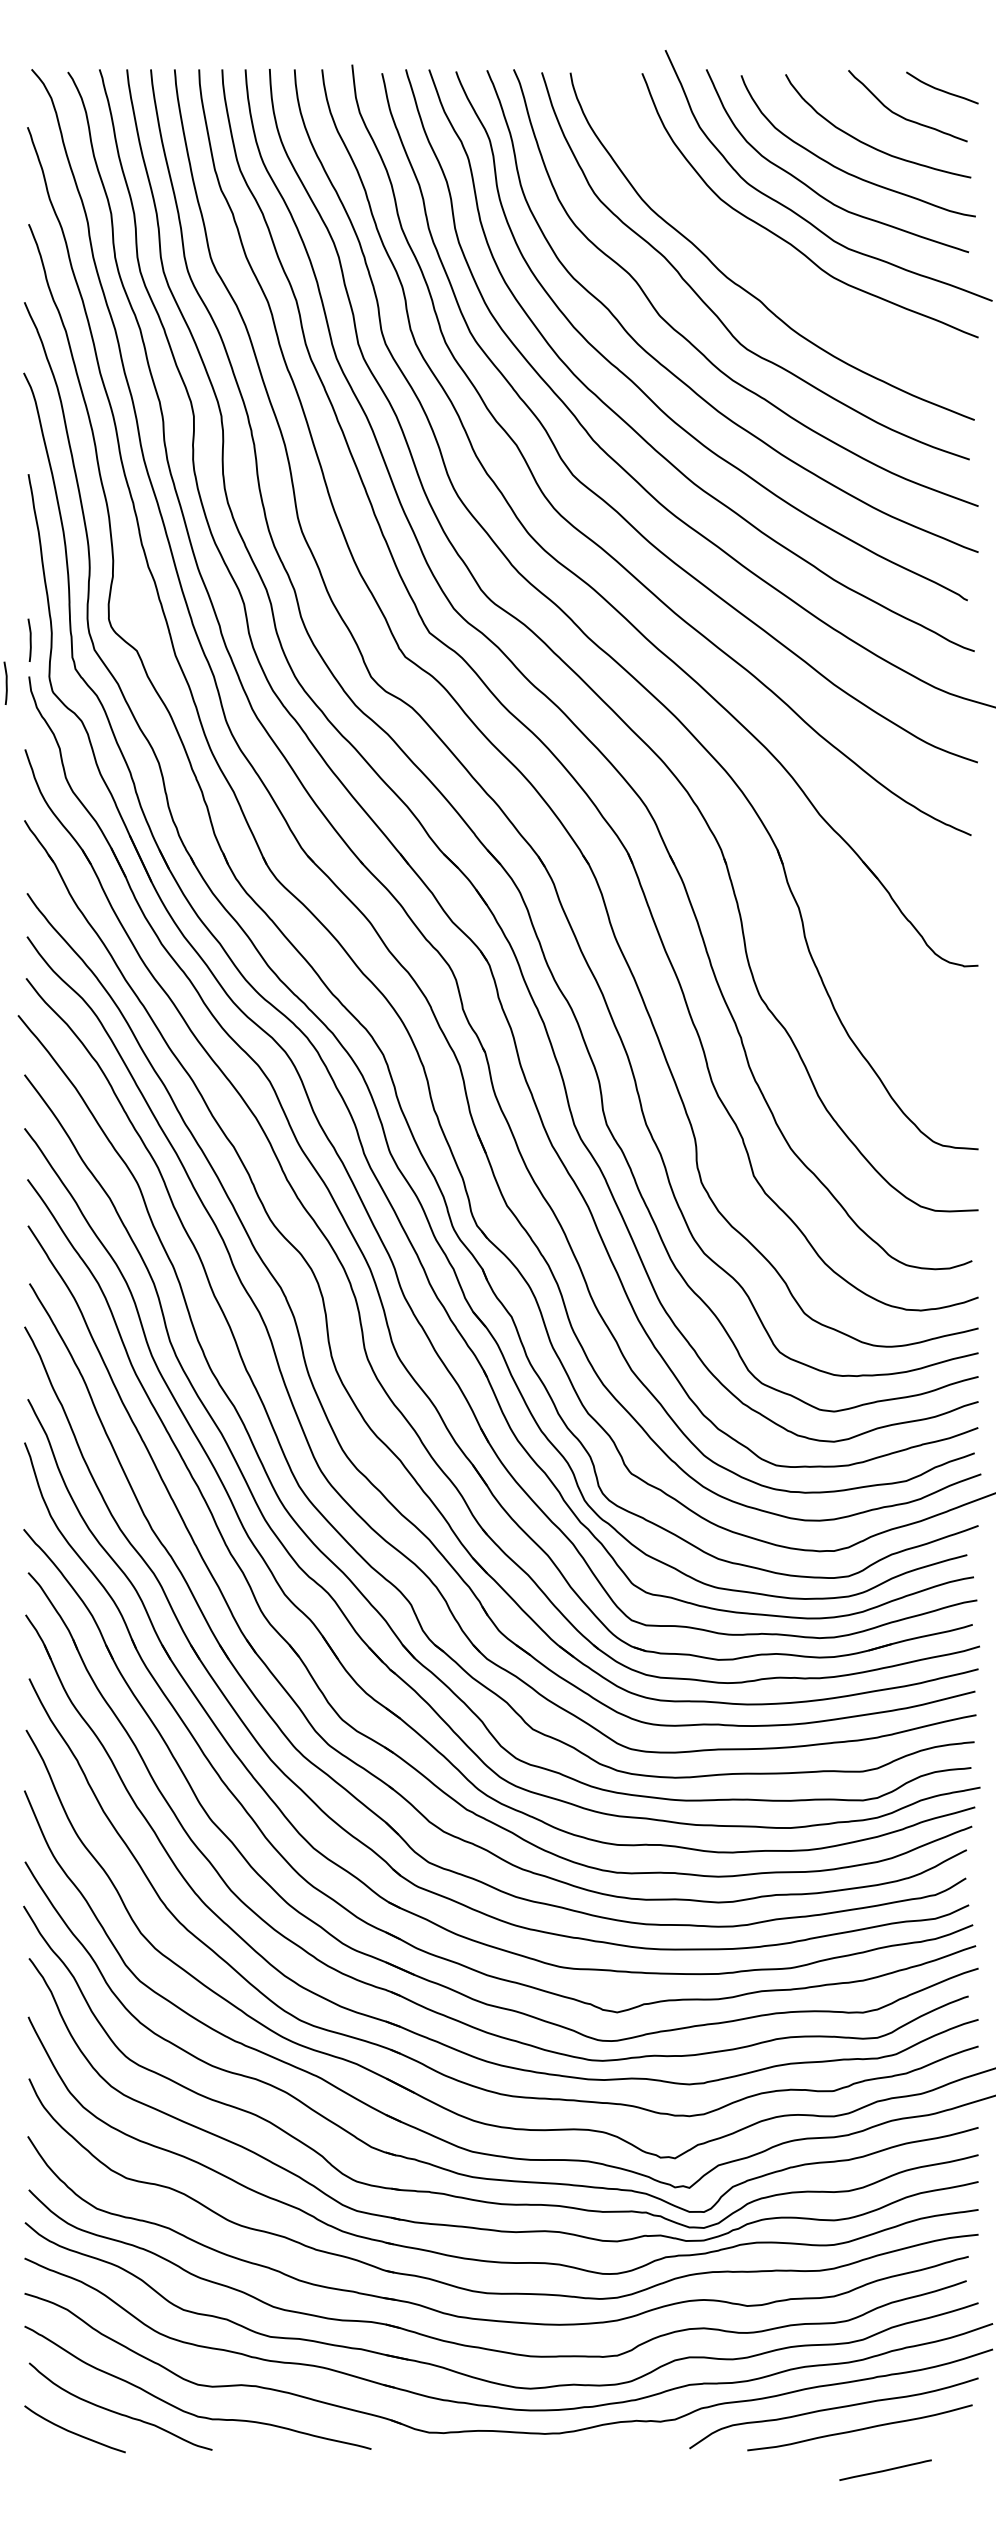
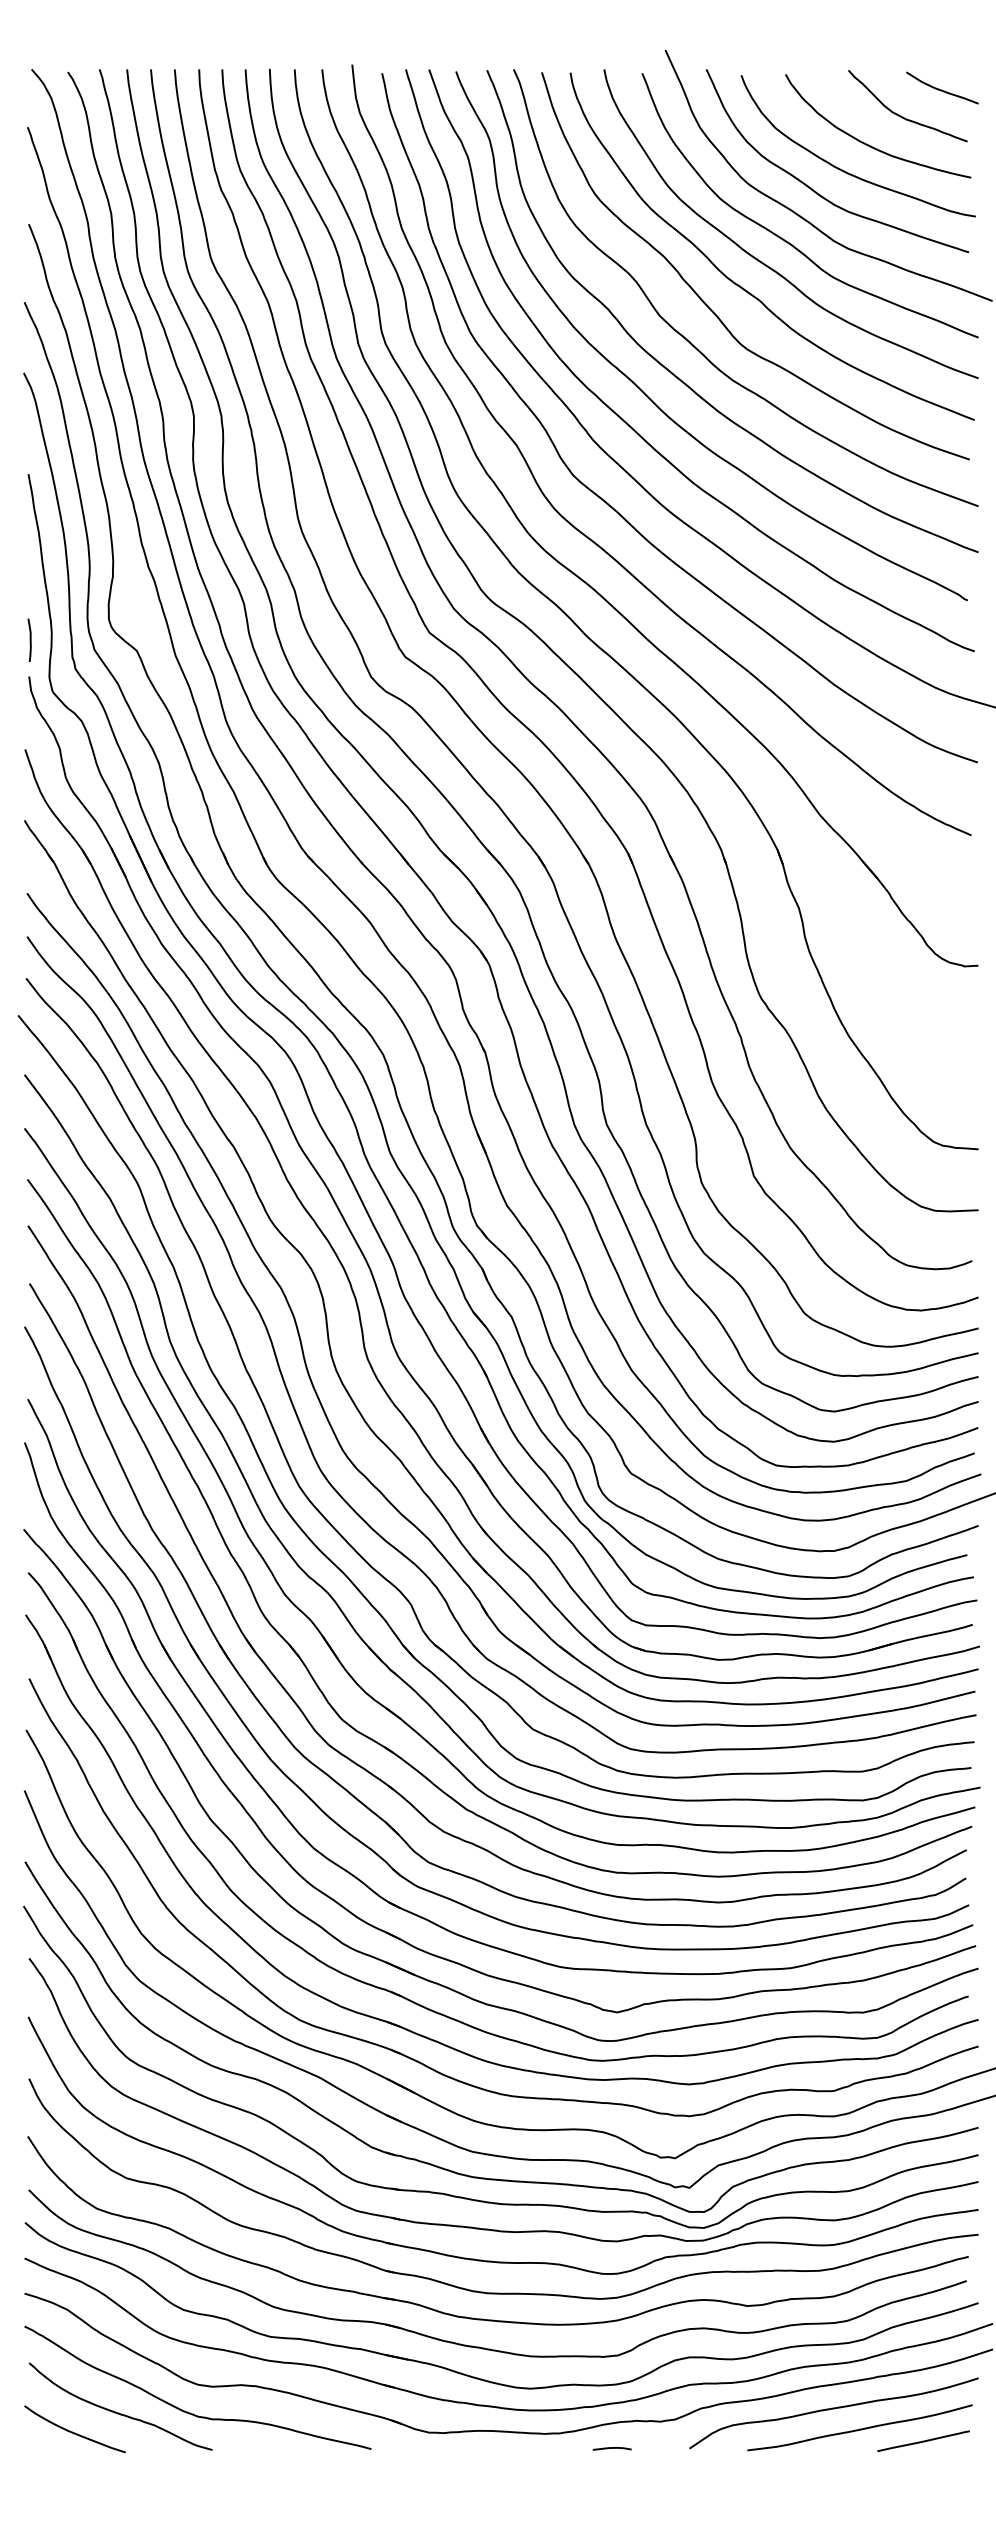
curve at (763, 262): none -> present
curve at (5, 682): present -> none
line at (611, 2448): none -> present
line at (885, 2469) position: (885, 2469) -> (923, 2440)
